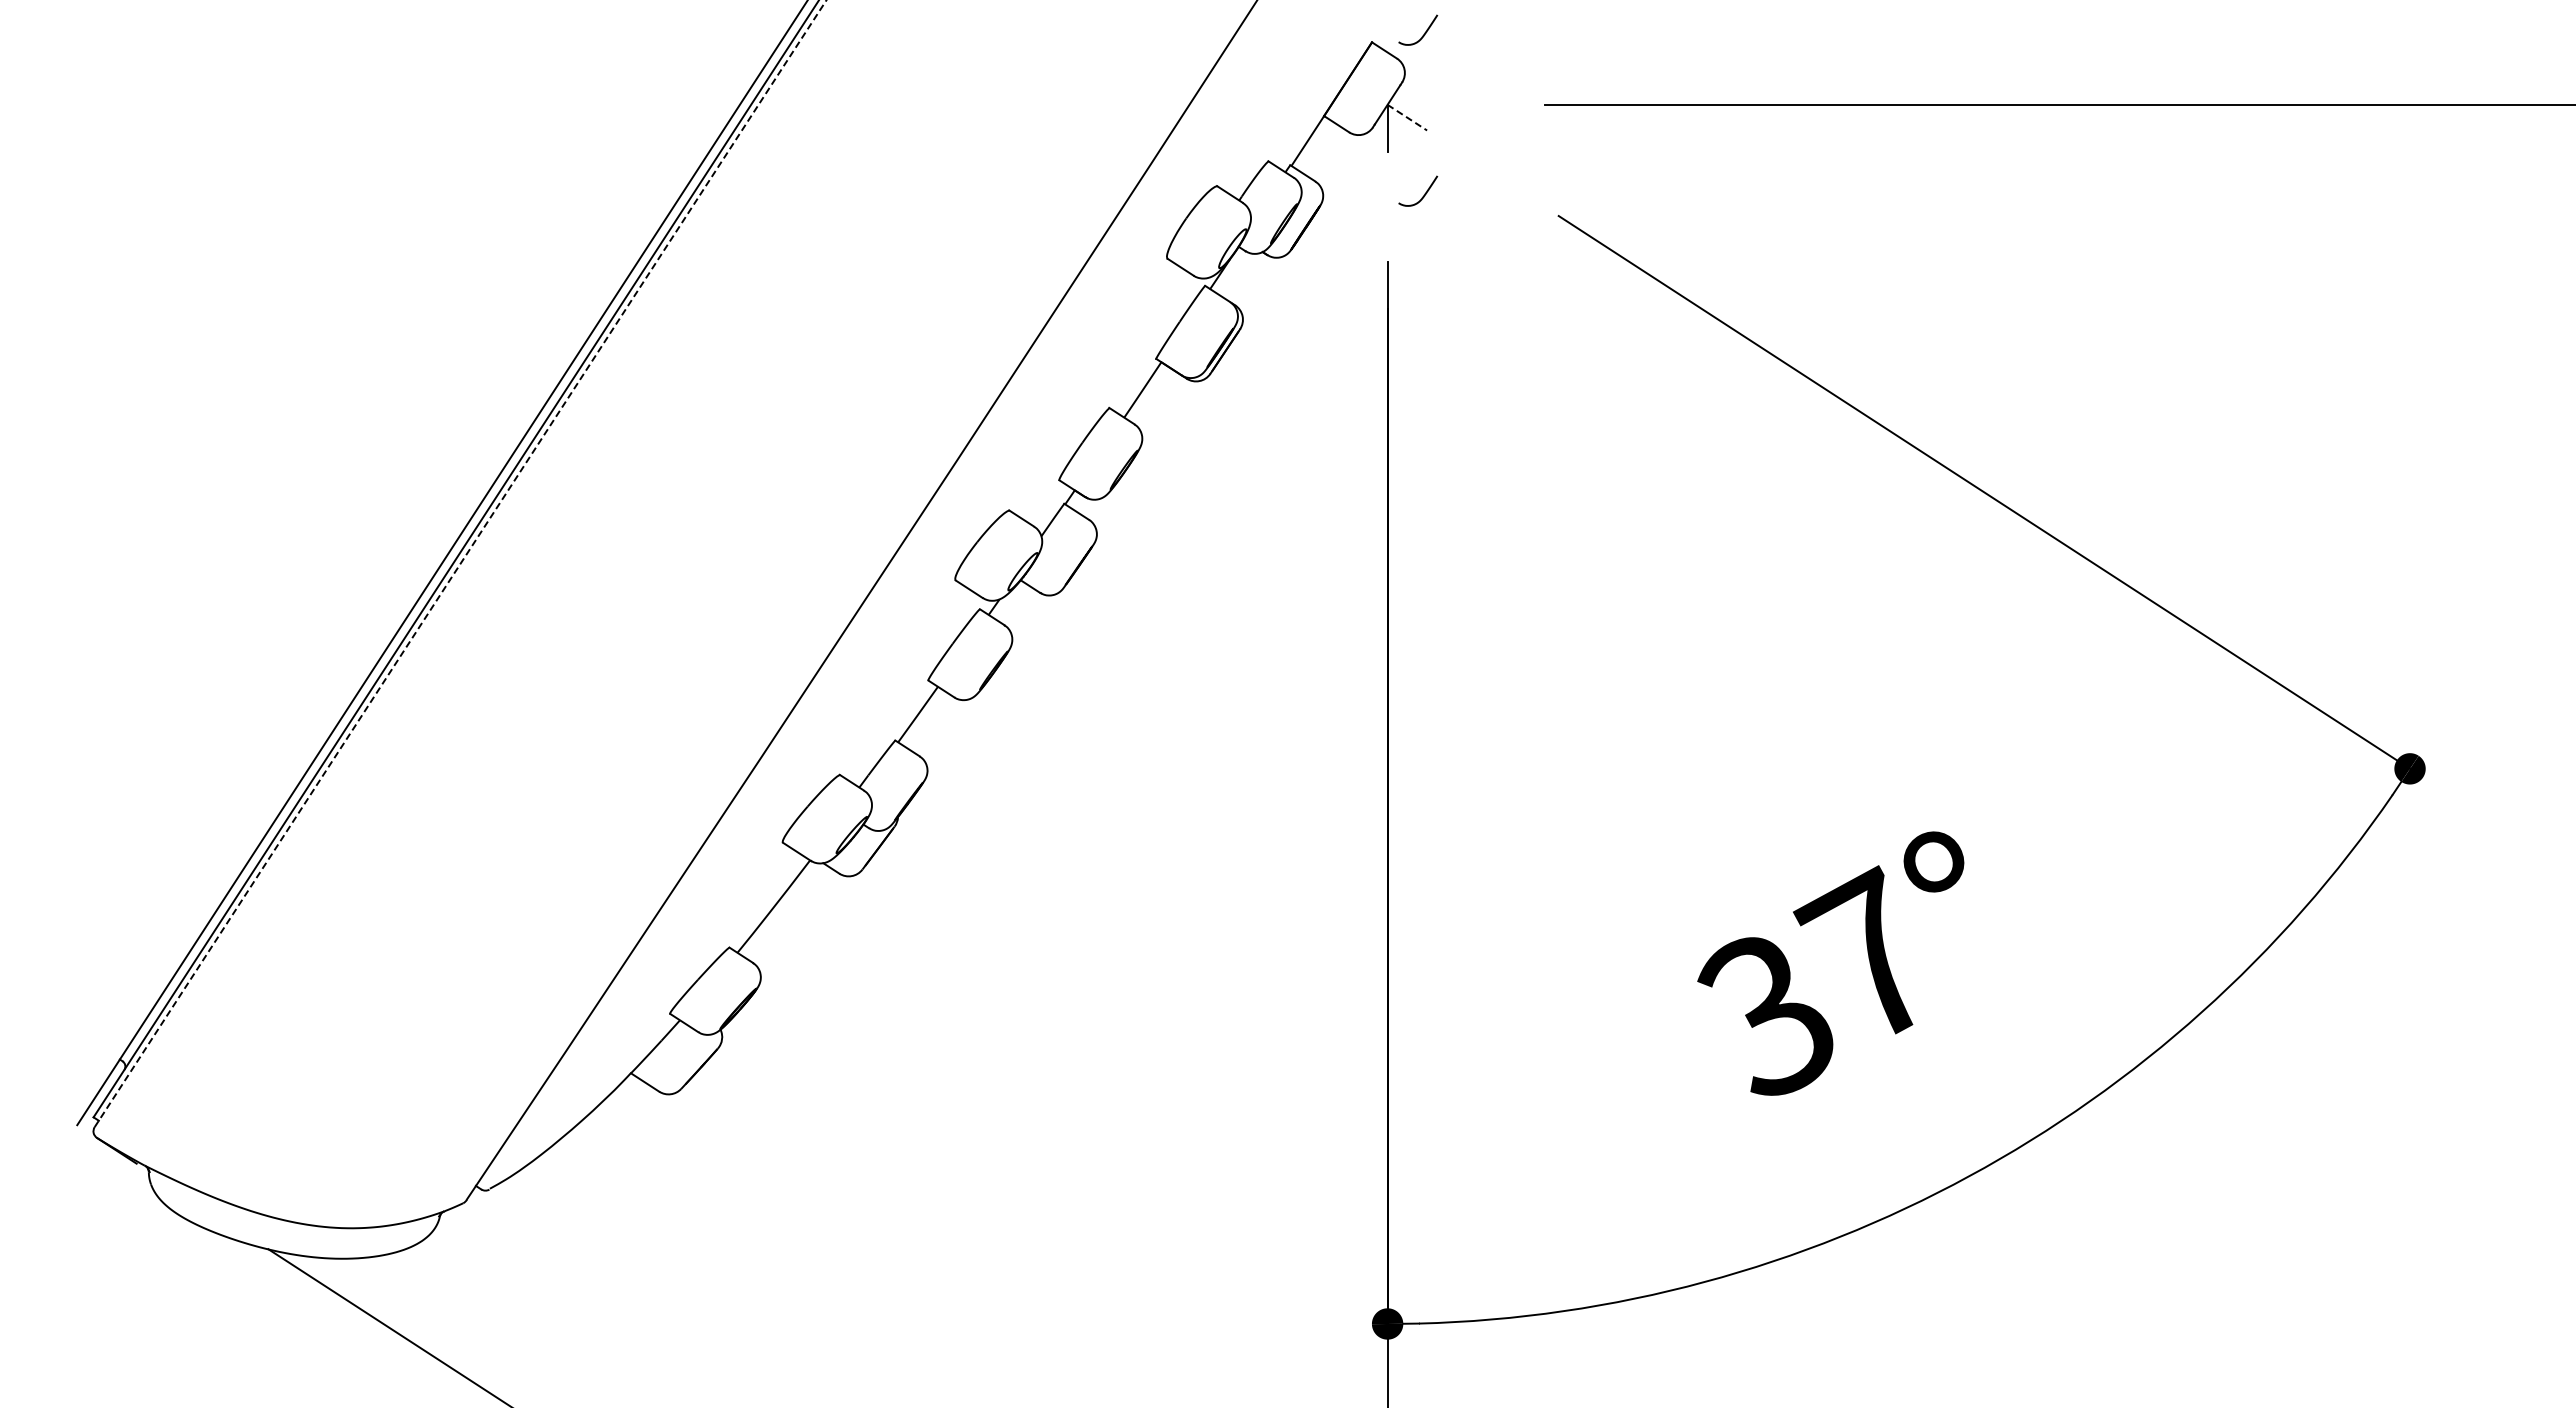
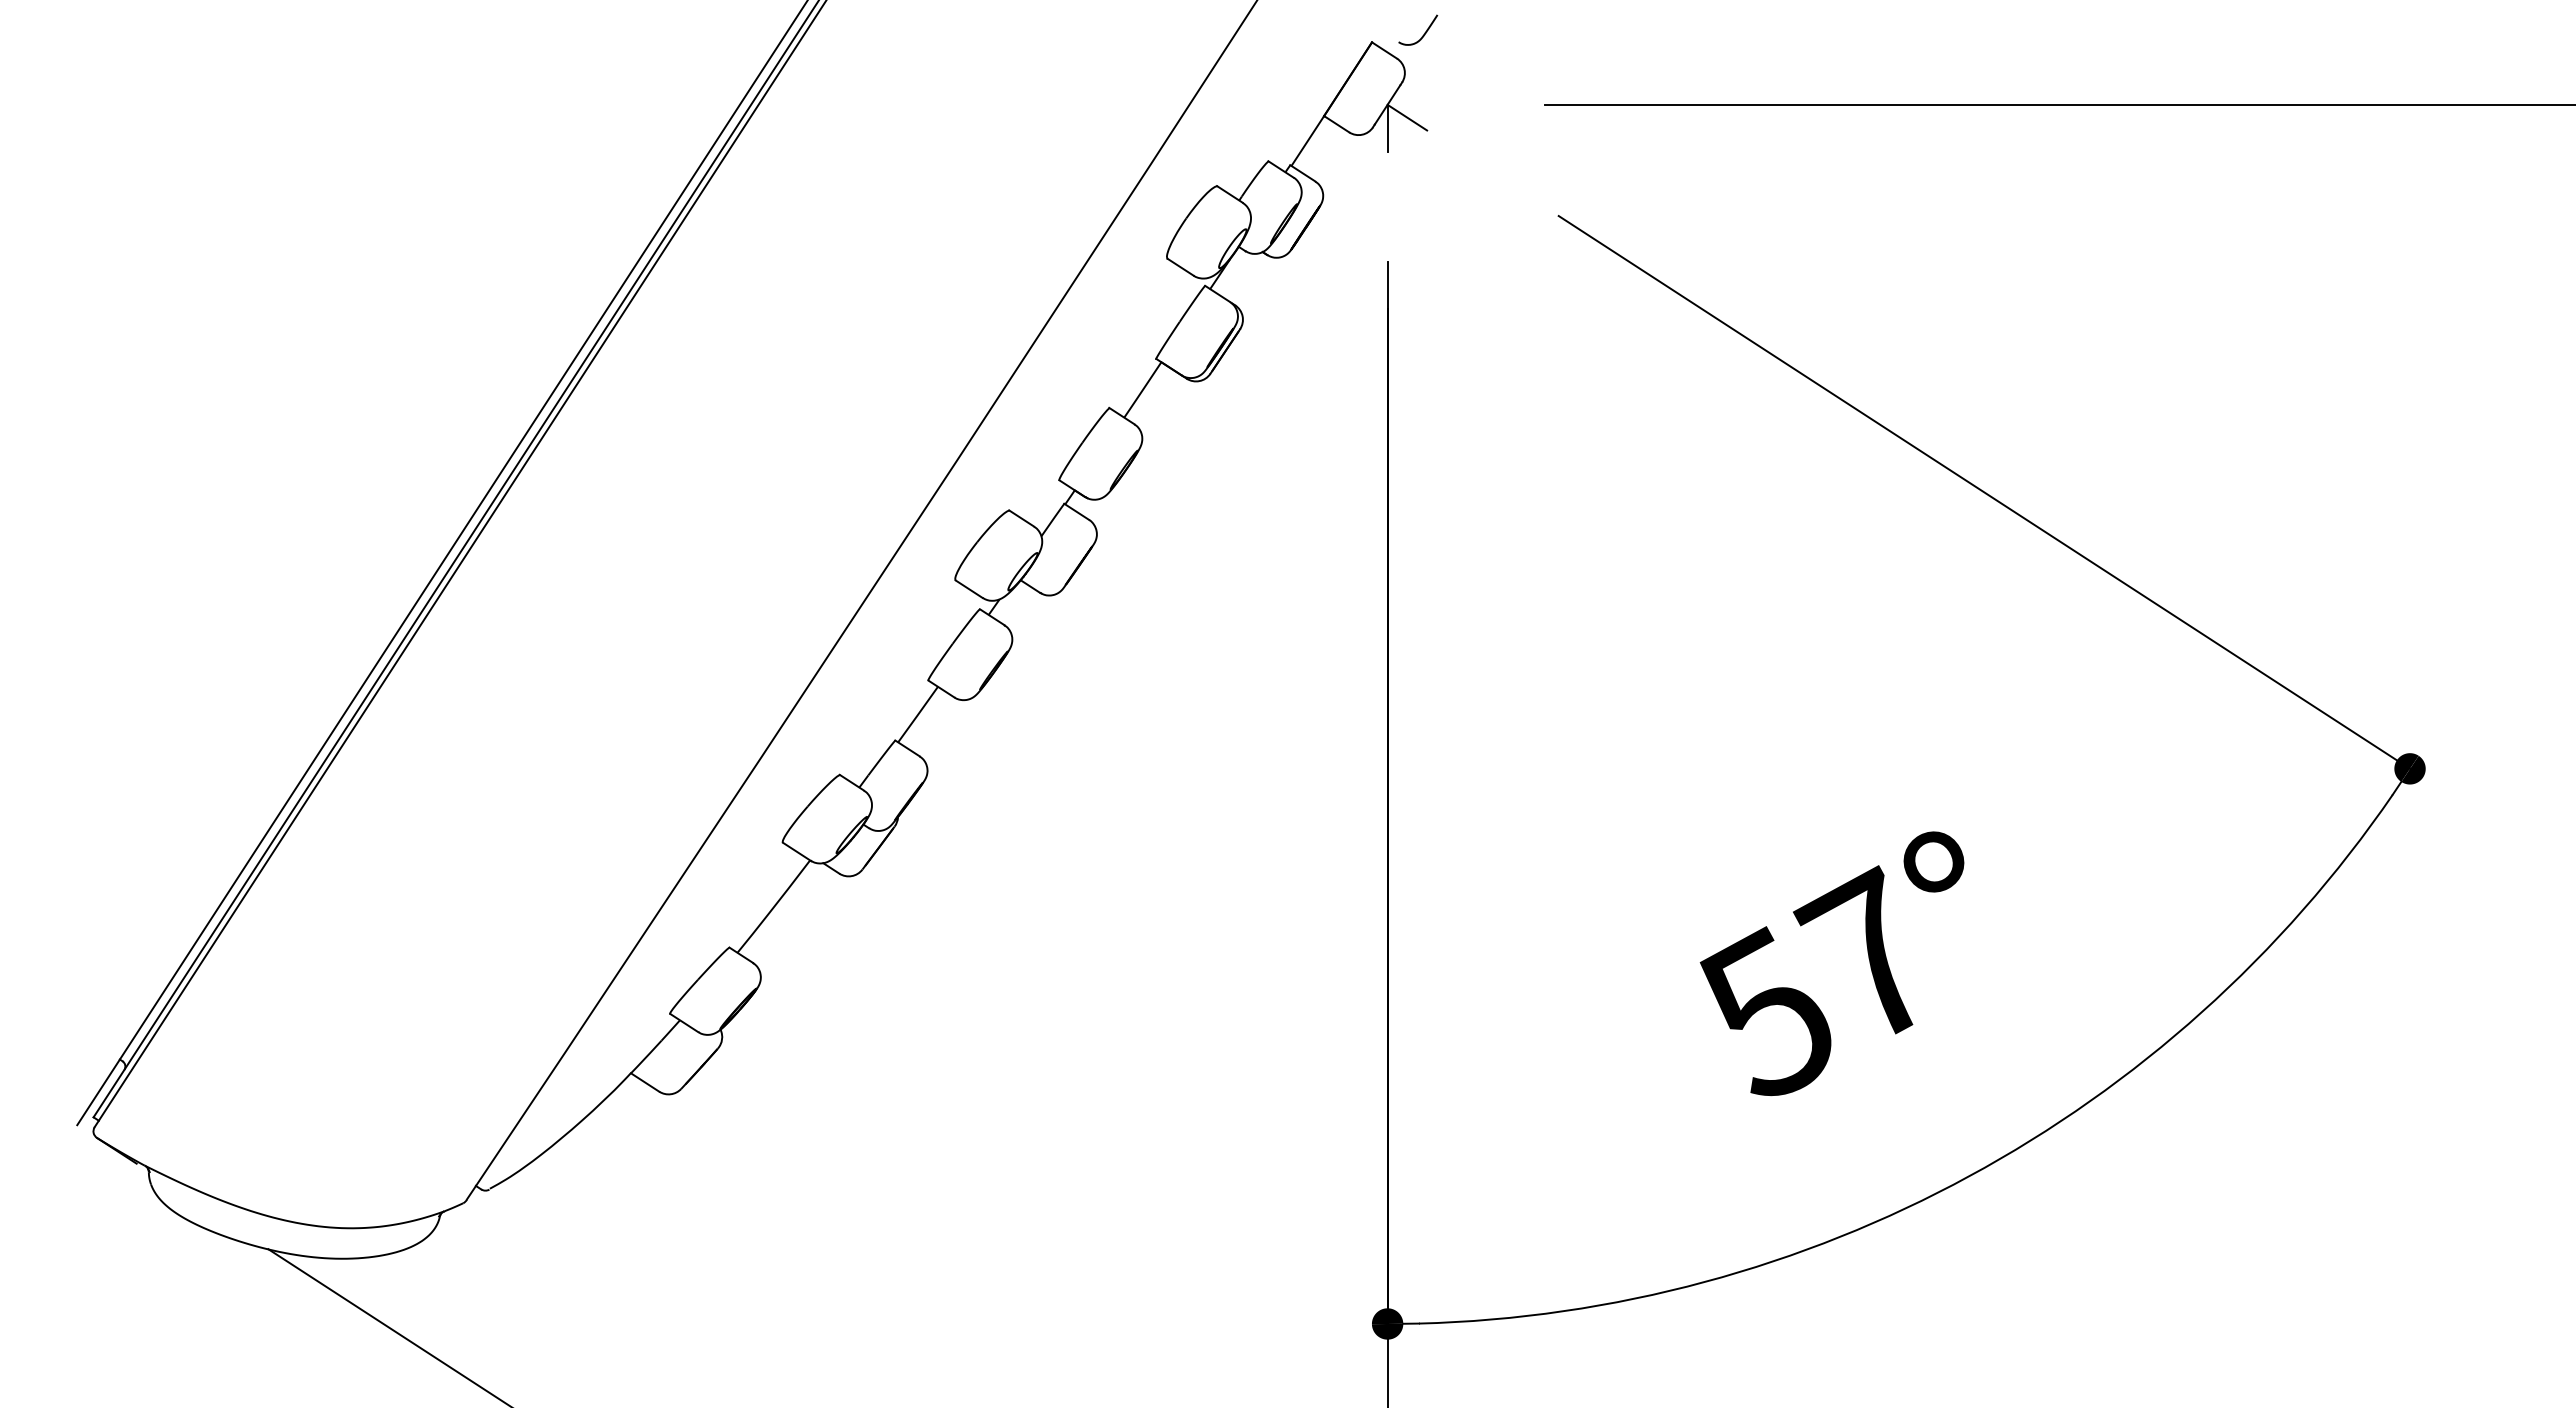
line at (1407, 117): dashed -> solid
curve at (1424, 193): present -> none
line at (460, 563): dashed -> solid
text at (1765, 1011): 37° -> 57°
